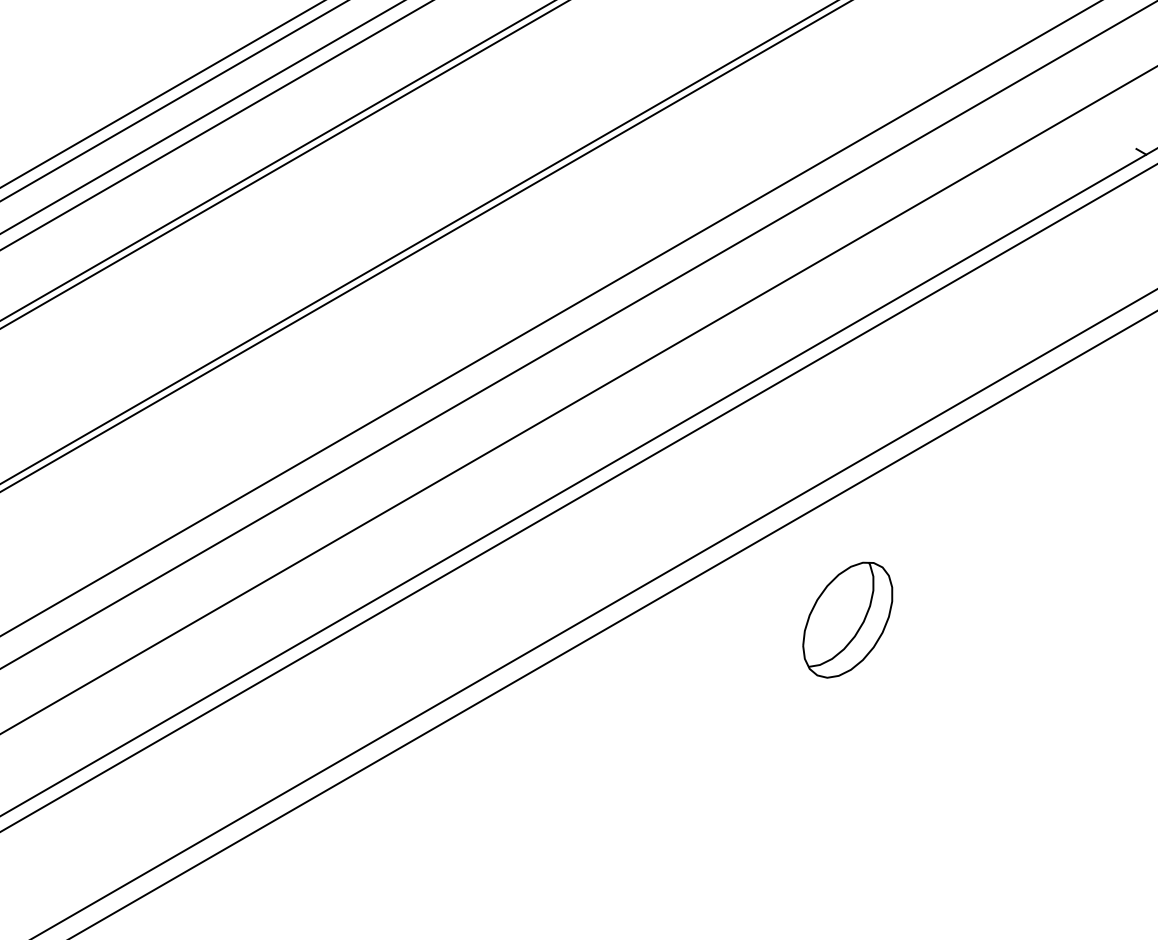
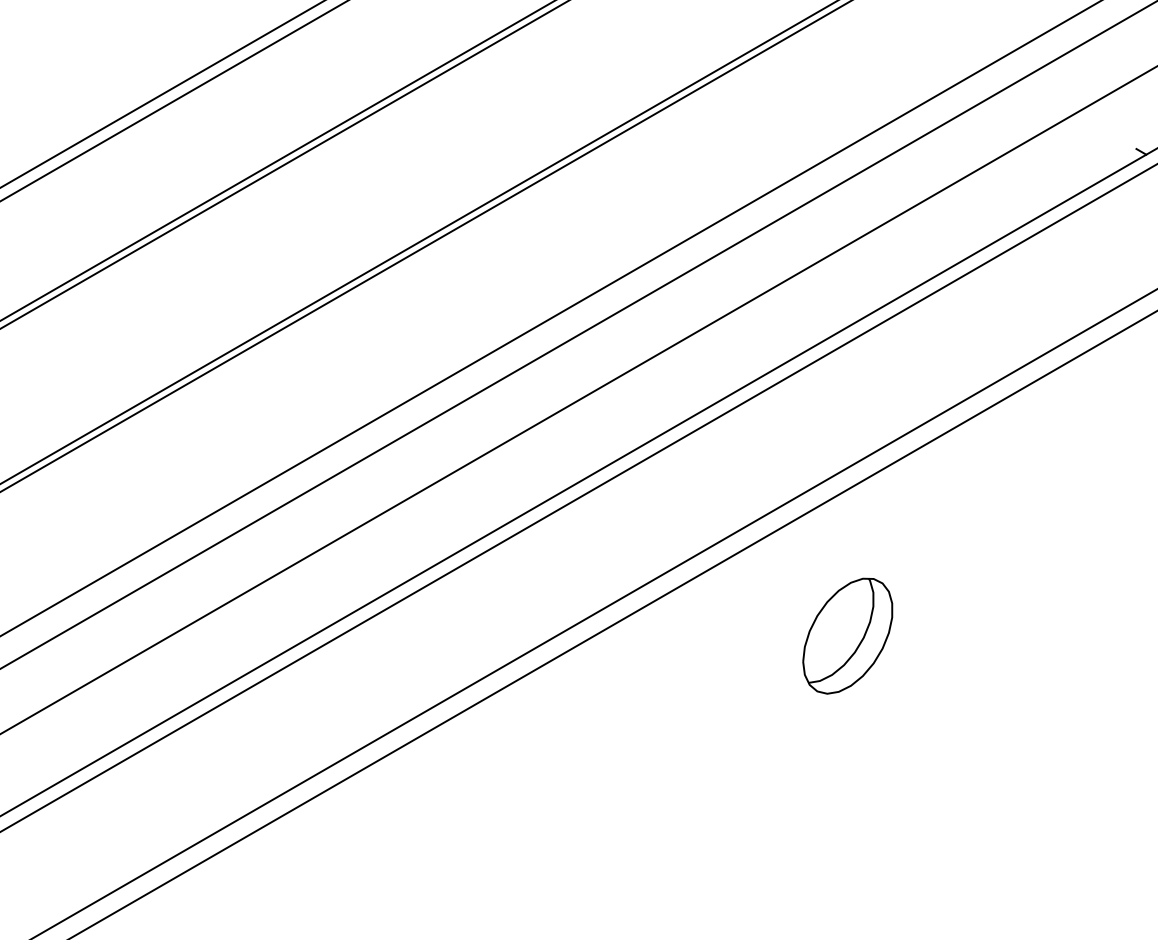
line at (202, 117): present -> none
line at (215, 125): present -> none
part at (847, 619) position: (847, 619) -> (847, 635)
